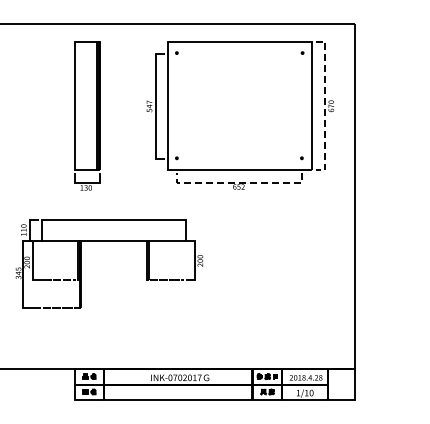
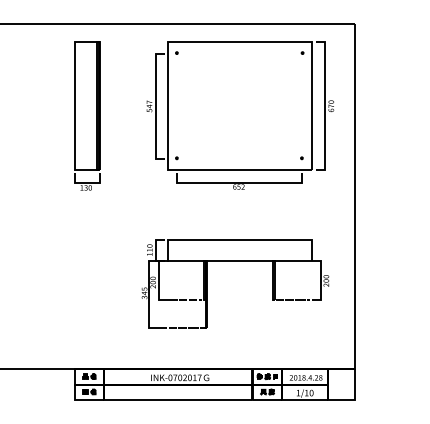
line at (325, 106): dashed -> solid
line at (239, 182): dashed -> solid
part at (109, 241) position: (109, 241) -> (235, 261)
